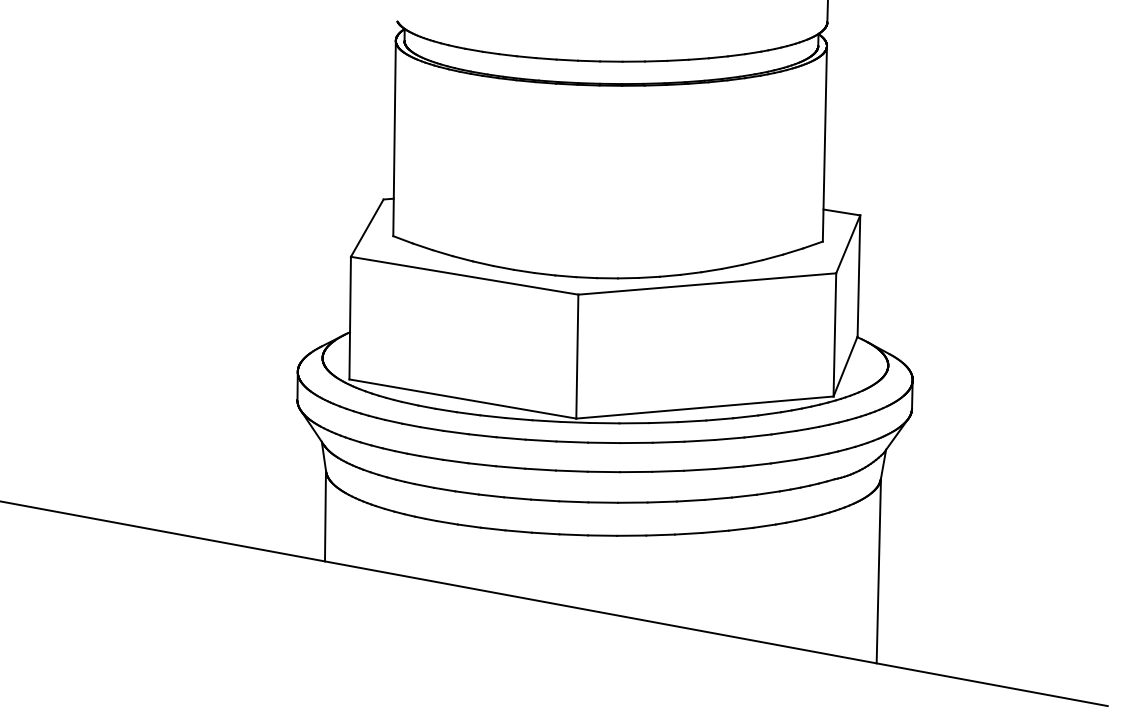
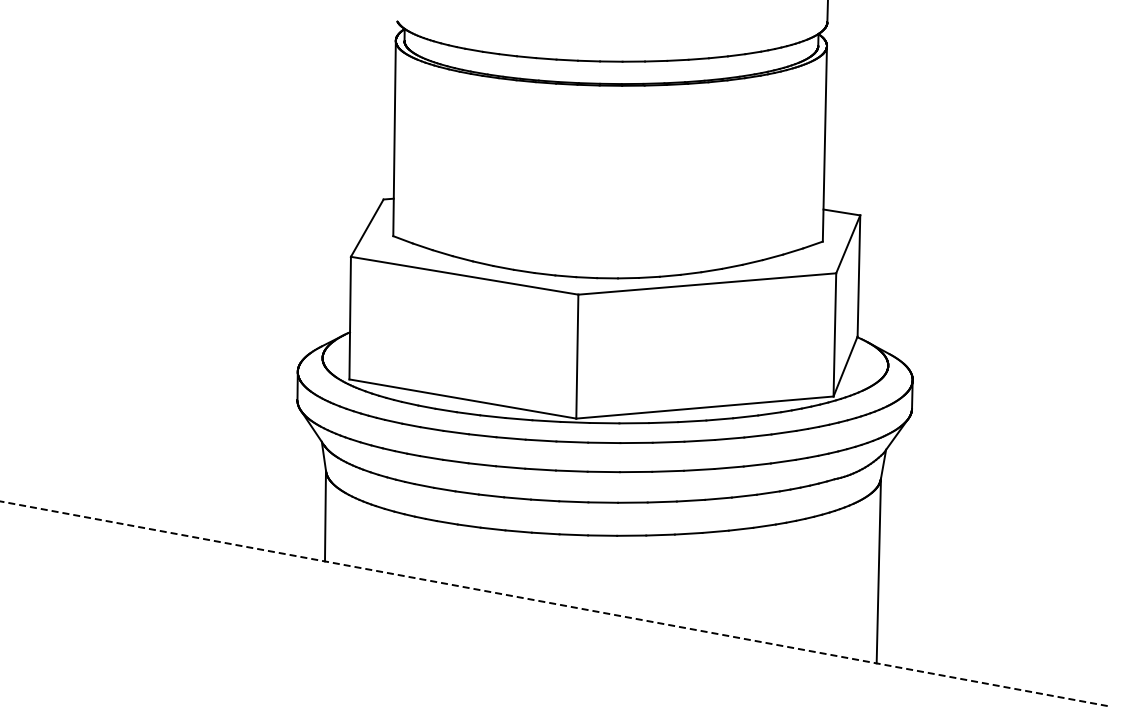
line at (554, 603): solid -> dashed
